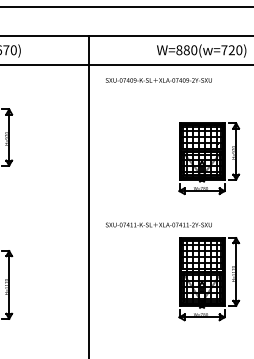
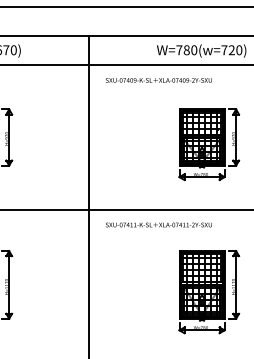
text at (179, 50): W=880(w=720) -> W=780(w=720)
part at (209, 158) position: (209, 158) -> (209, 144)
line at (126, 209): none -> present
part at (209, 279) position: (209, 279) -> (209, 292)
